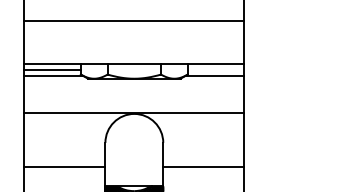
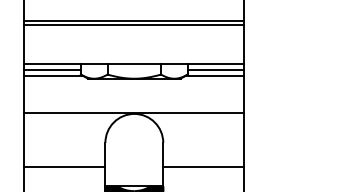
line at (134, 24): none -> present
line at (215, 70): none -> present
